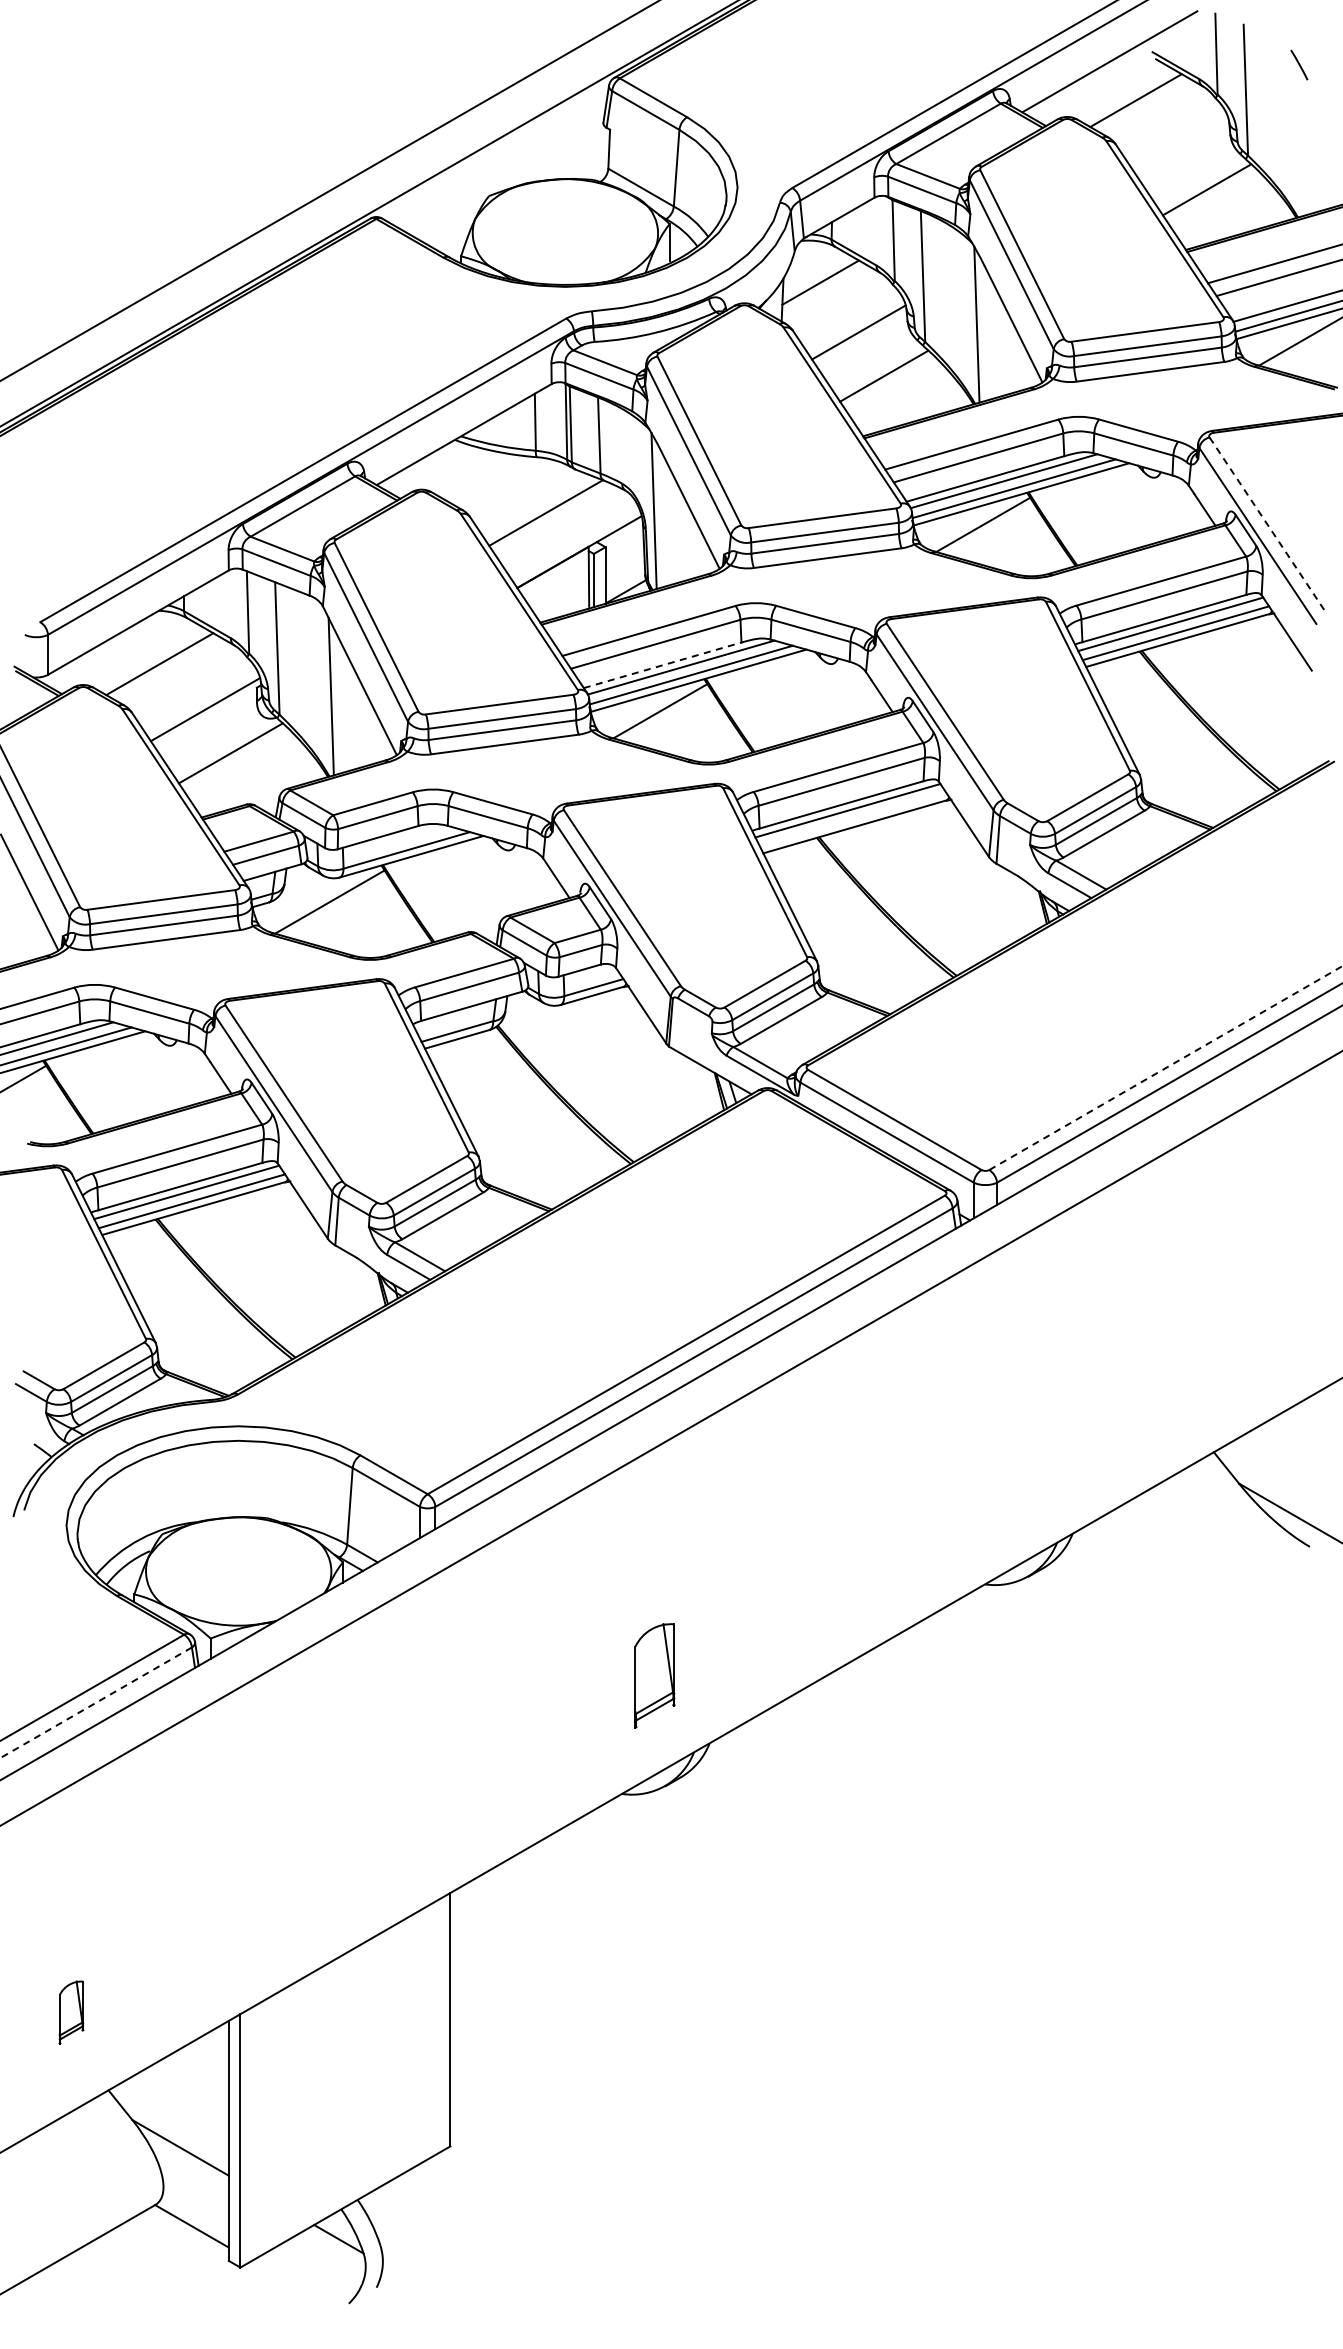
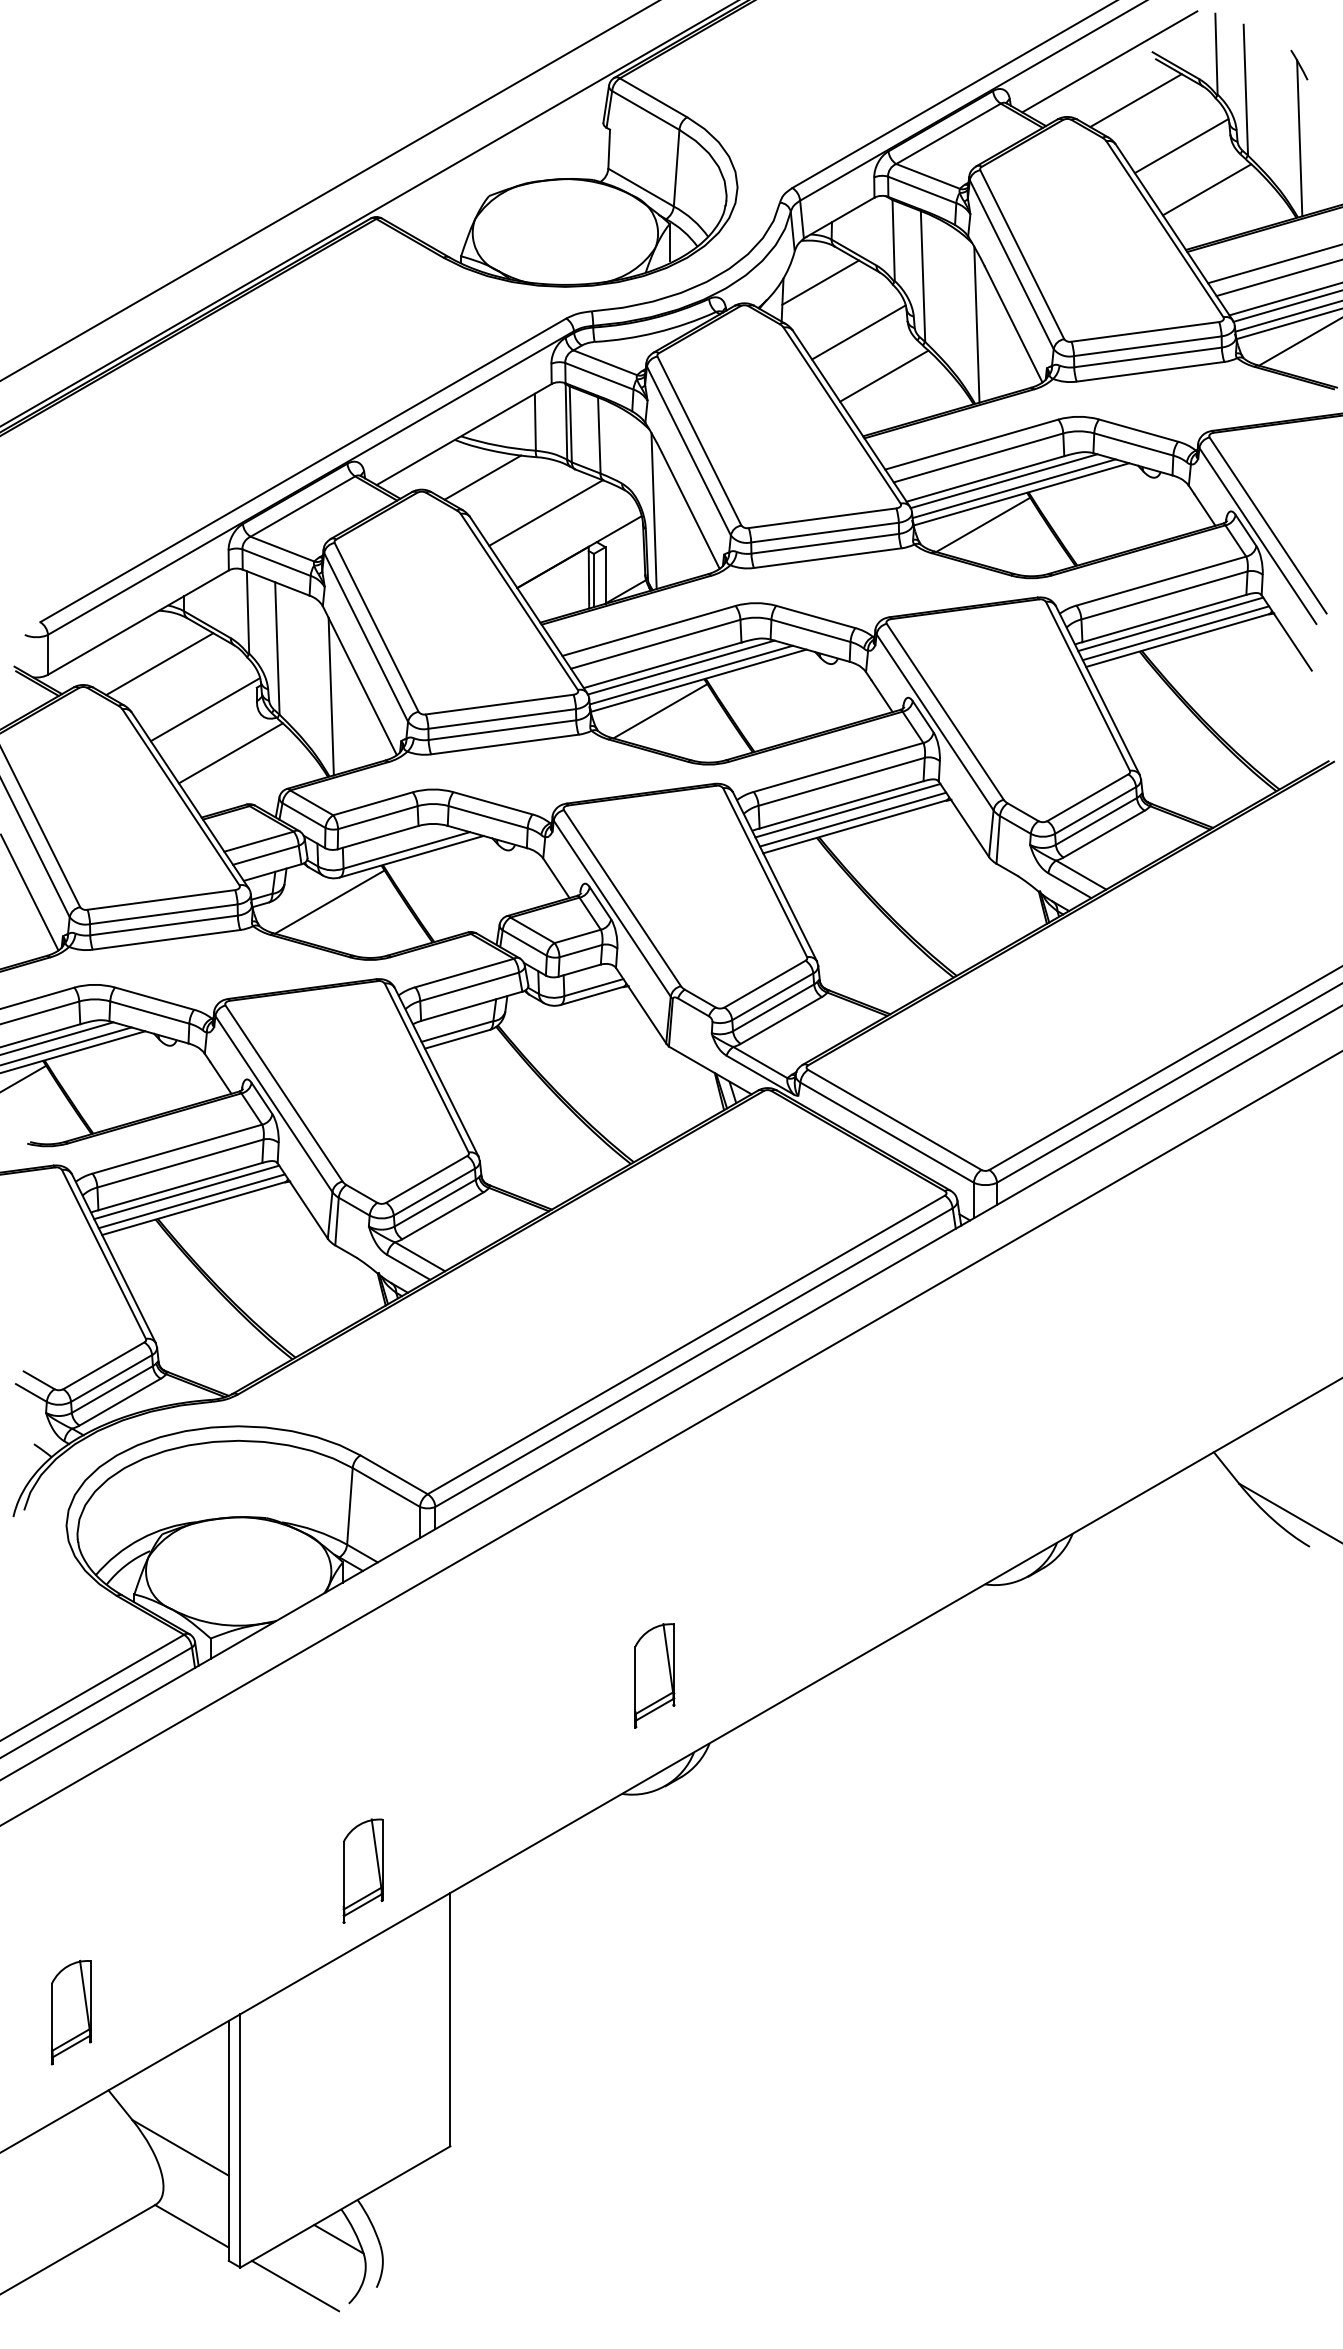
line at (1299, 138): none -> present
line at (1181, 146): none -> present
line at (1284, 299): none -> present
line at (482, 477): none -> present
line at (1268, 525): dashed -> solid
line at (663, 665): dashed -> solid
line at (852, 819): none -> present
line at (1165, 1068): dashed -> solid
line at (95, 1702): dashed -> solid
part at (362, 1870): none -> present
part at (71, 2012) size: 27x65 px -> 41x107 px
line at (295, 2285): none -> present
